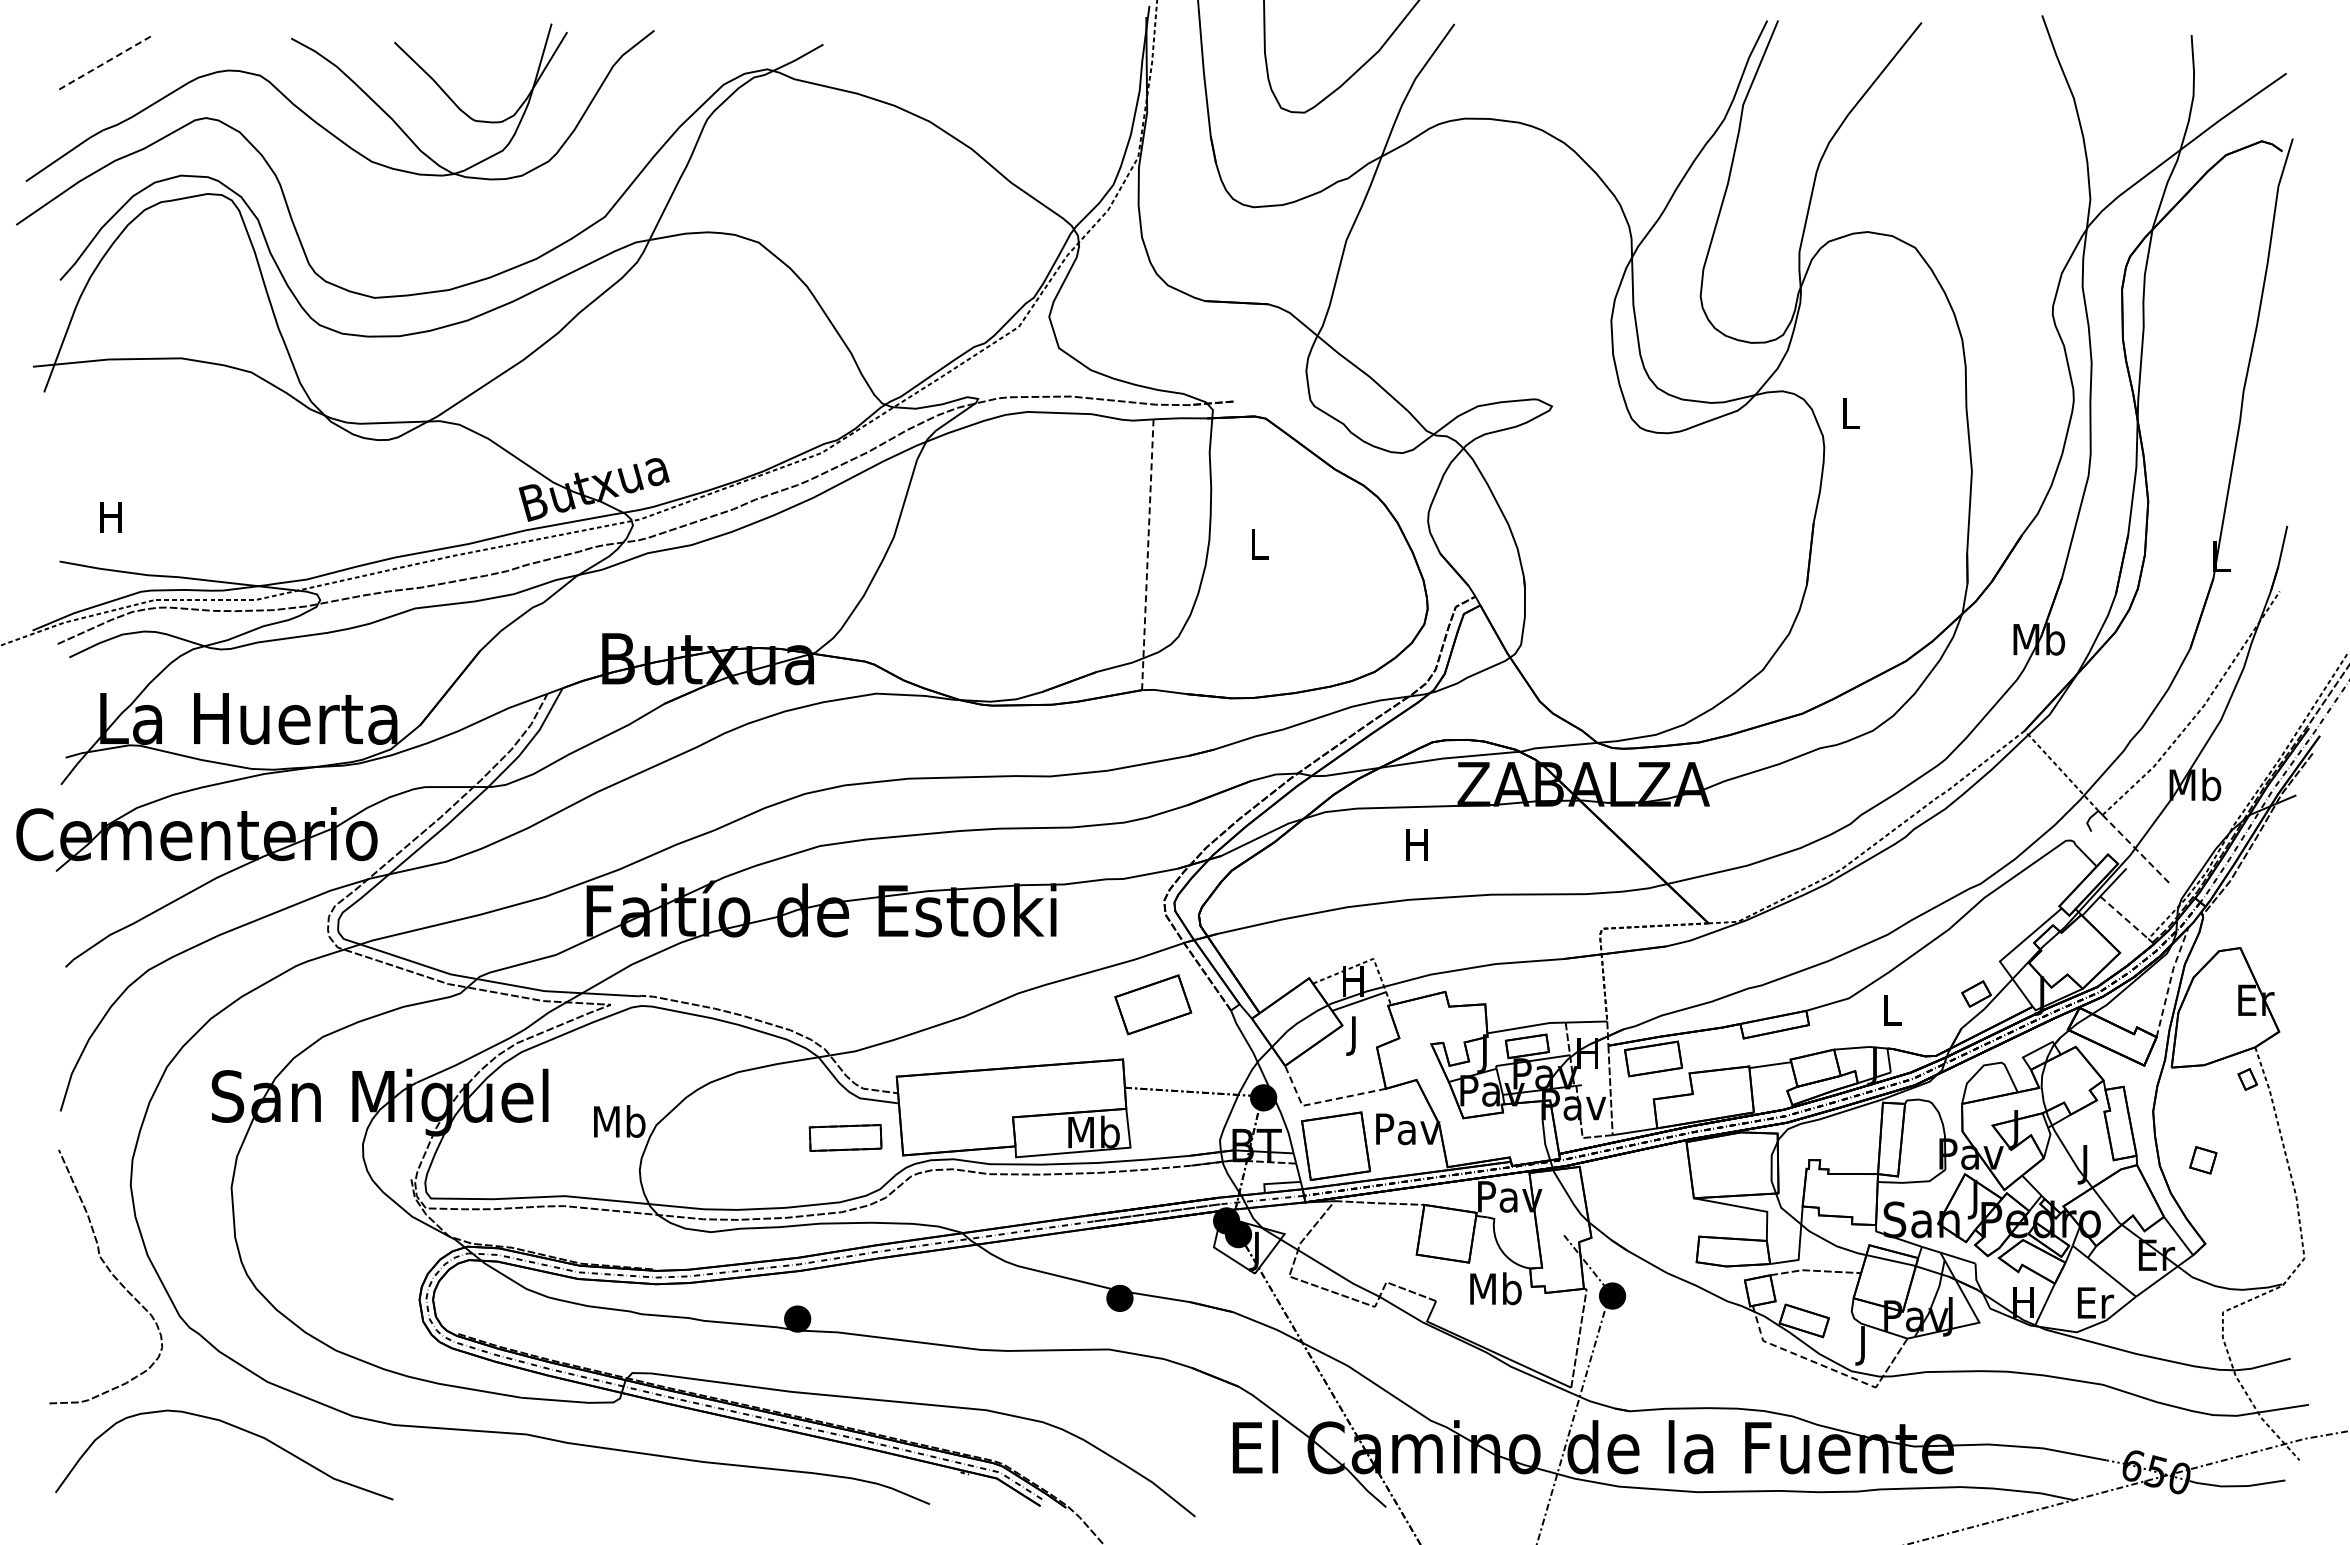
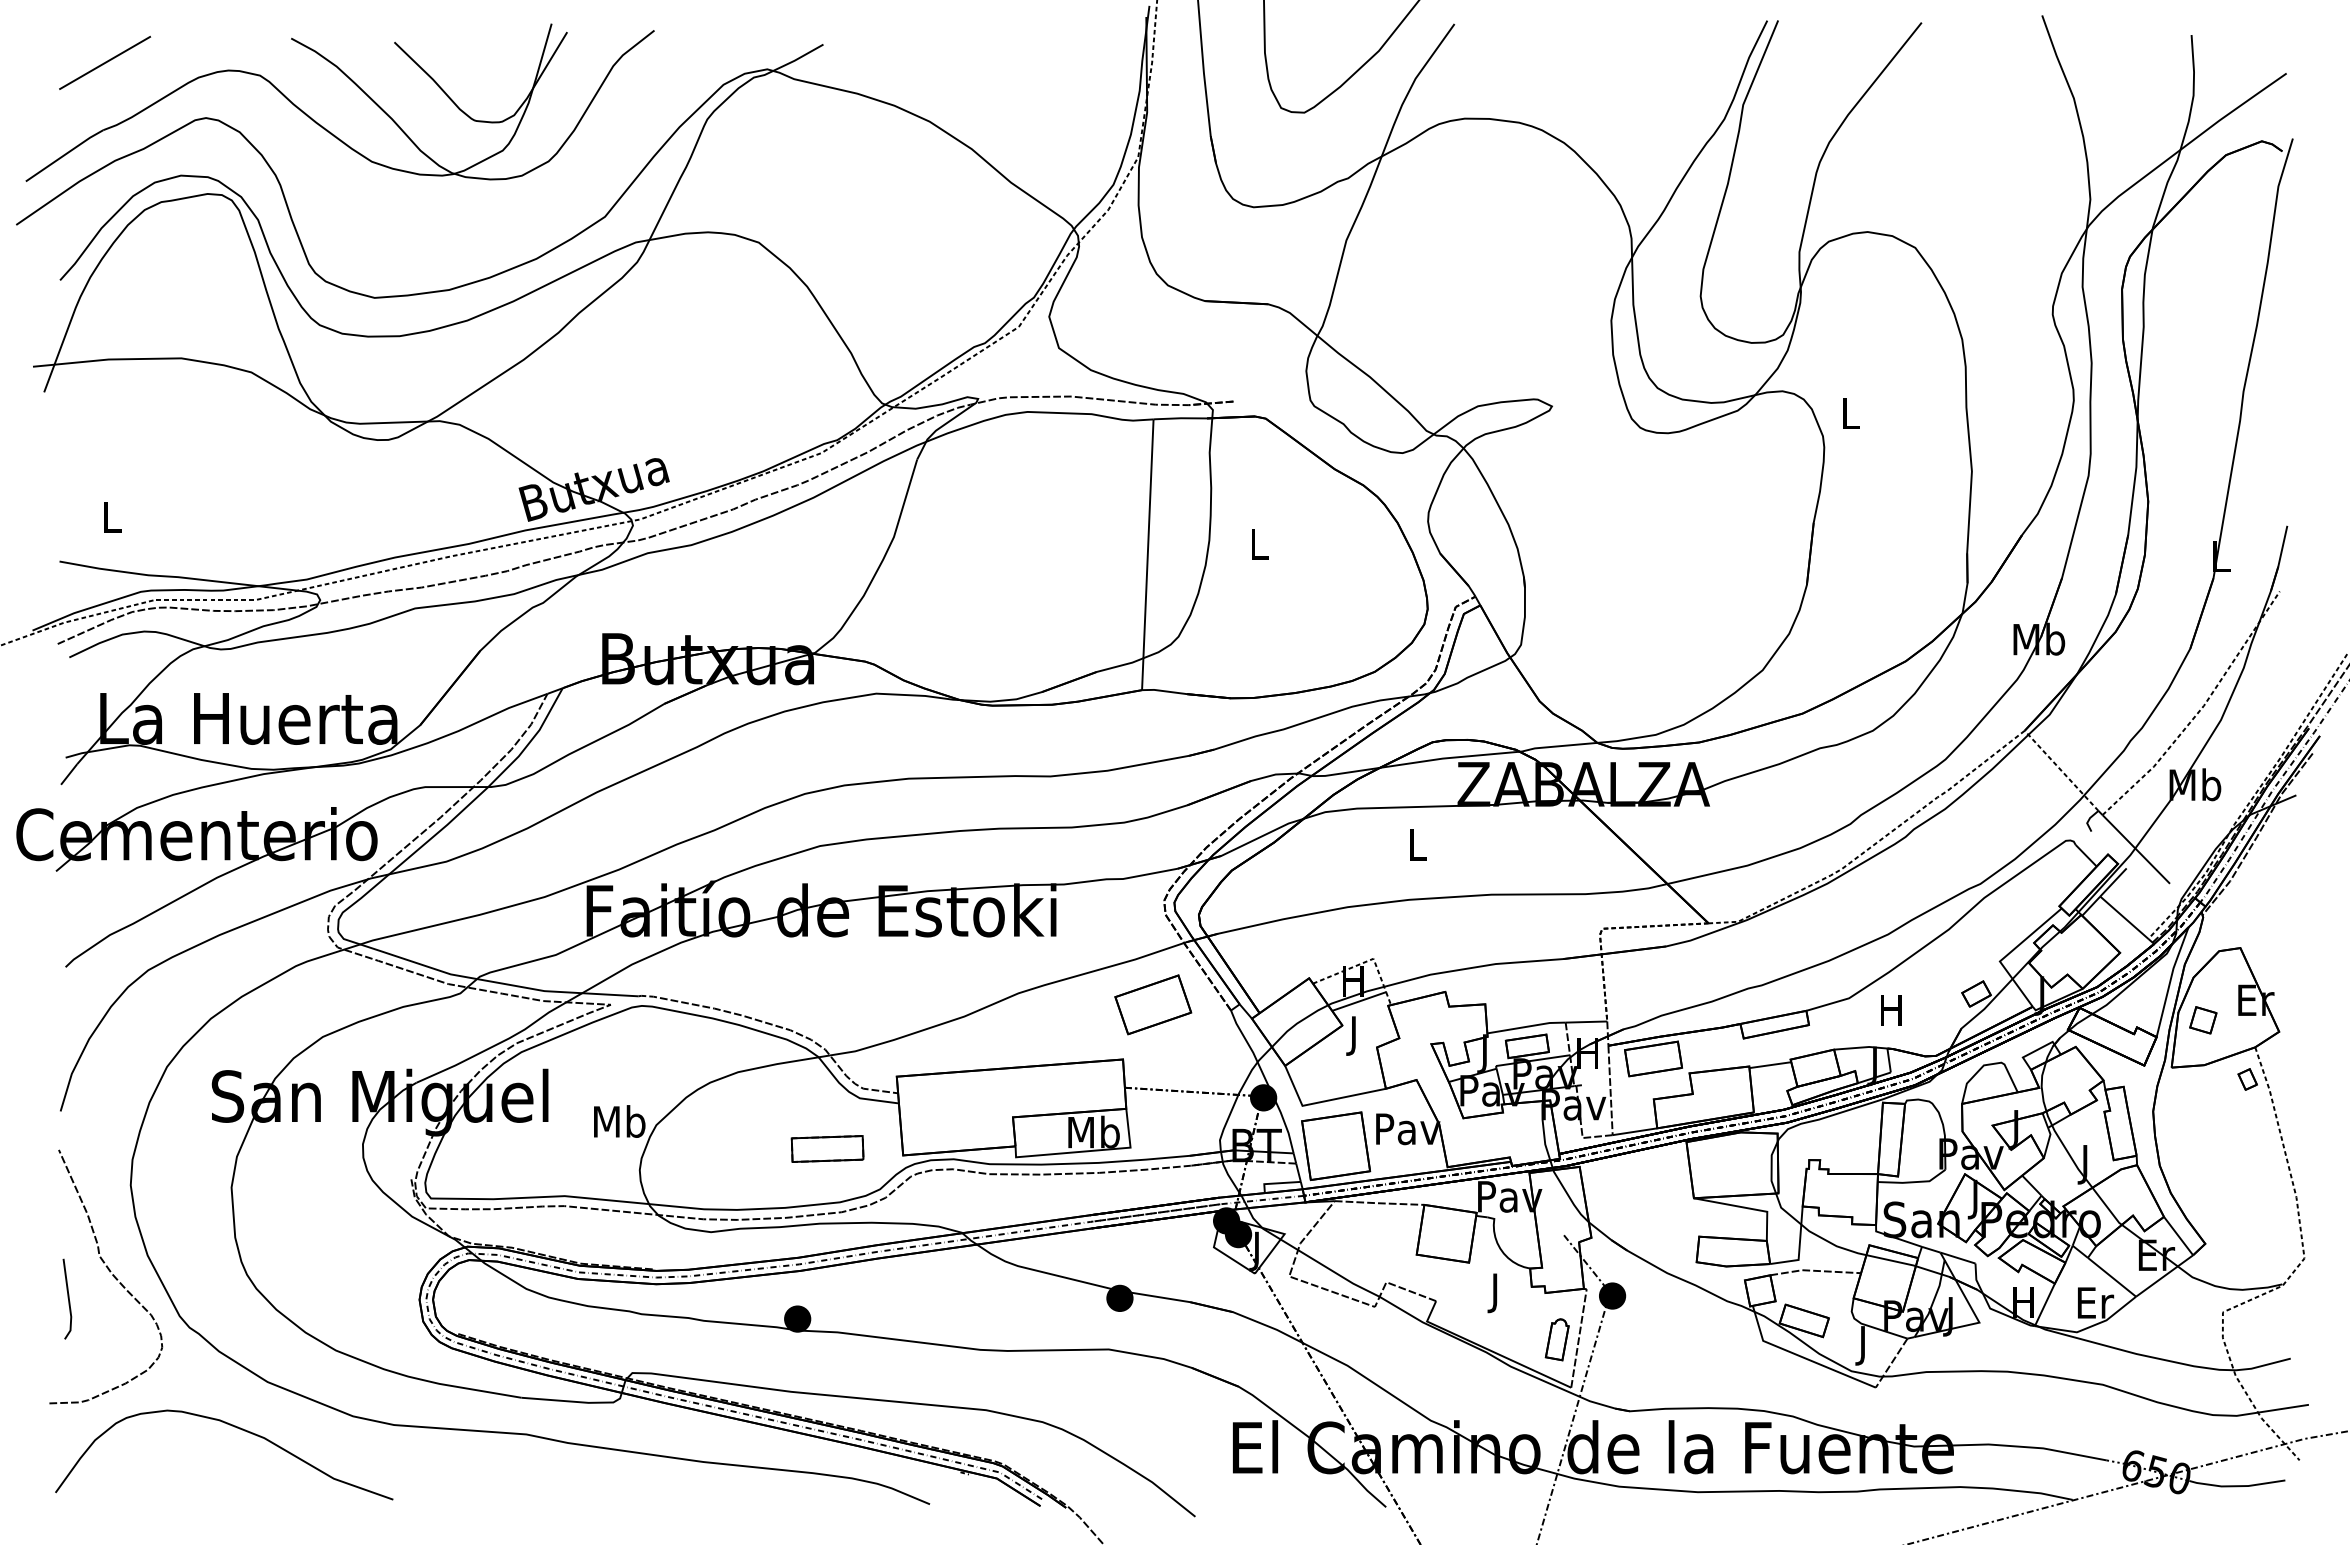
line at (105, 62): dashed -> solid
text at (110, 517): H -> L
line at (1147, 555): dashed -> solid
text at (1416, 844): H -> L
line at (2136, 849): dashed -> solid
line at (2124, 918): dashed -> solid
line at (2170, 980): dashed -> solid
text at (1891, 1010): L -> H
line at (1321, 1101): dashed -> solid
part at (845, 1137) position: (845, 1137) -> (827, 1148)
part at (2203, 1160) position: (2203, 1160) -> (2203, 1020)
text at (1495, 1292): Mb -> J
line at (67, 1298): none -> present
part at (1556, 1339): none -> present
line at (1801, 1356): dashed -> solid
